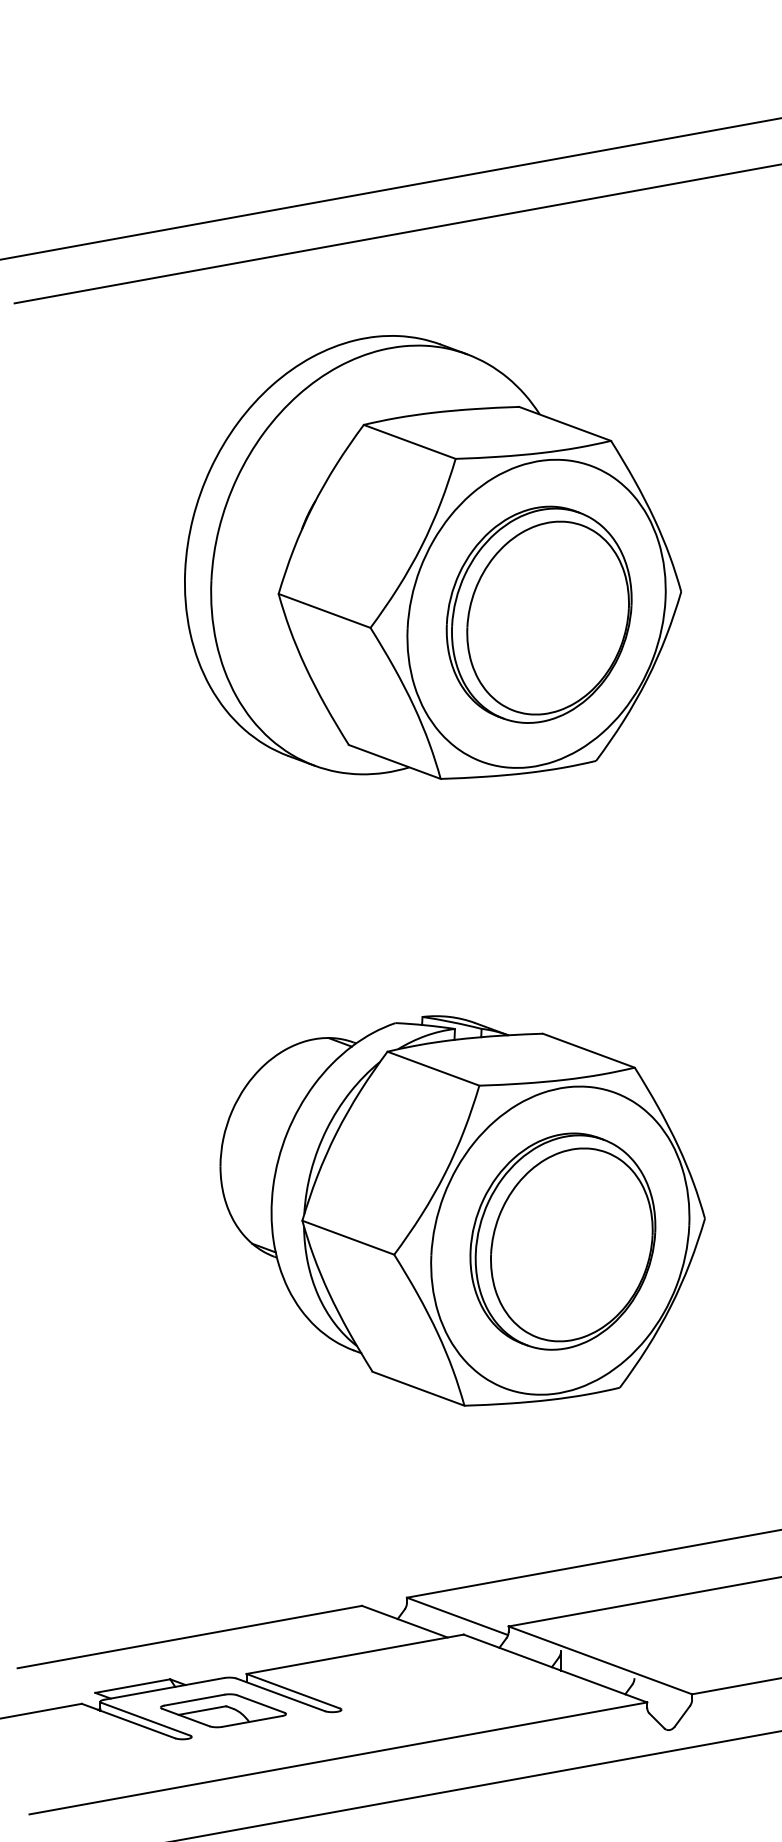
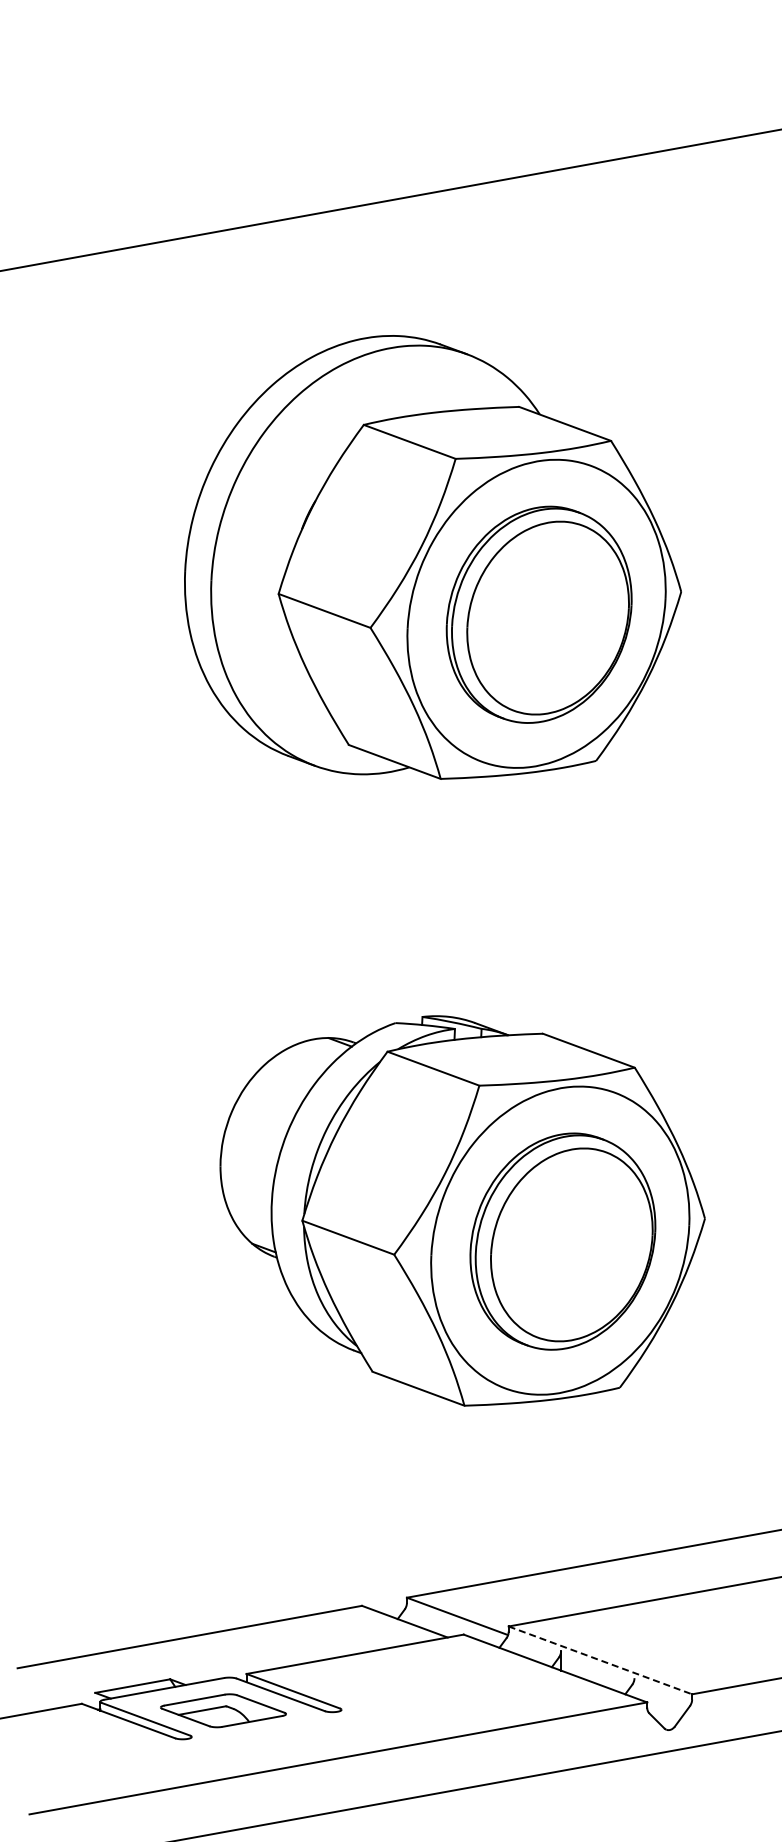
line at (390, 188) position: (390, 188) -> (390, 200)
line at (396, 233): present -> none
line at (600, 1660): solid -> dashed
